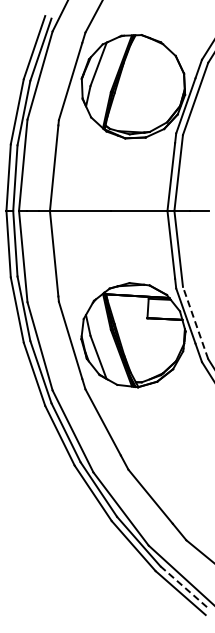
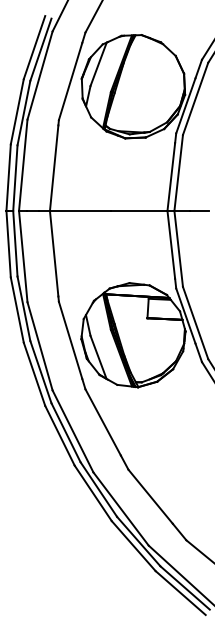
line at (195, 322): dashed -> solid
line at (185, 587): dashed -> solid
